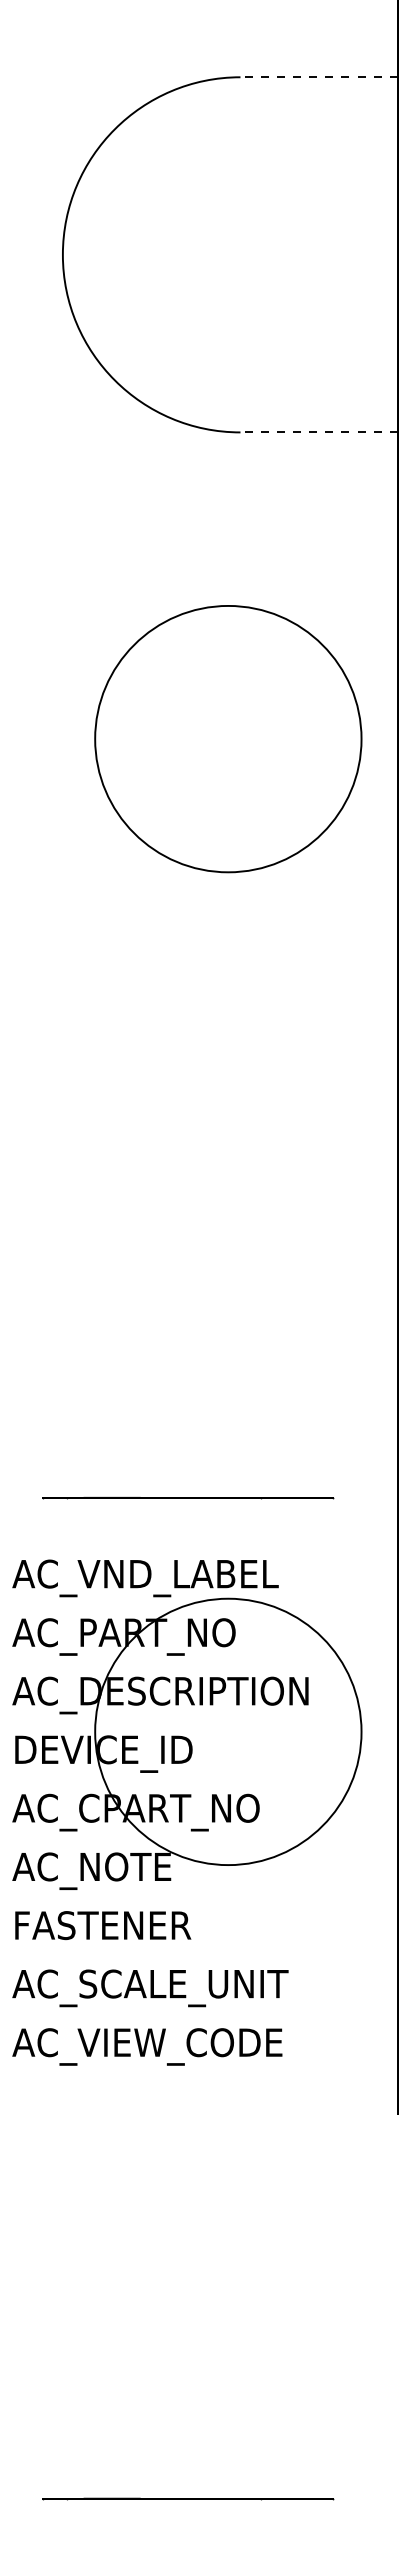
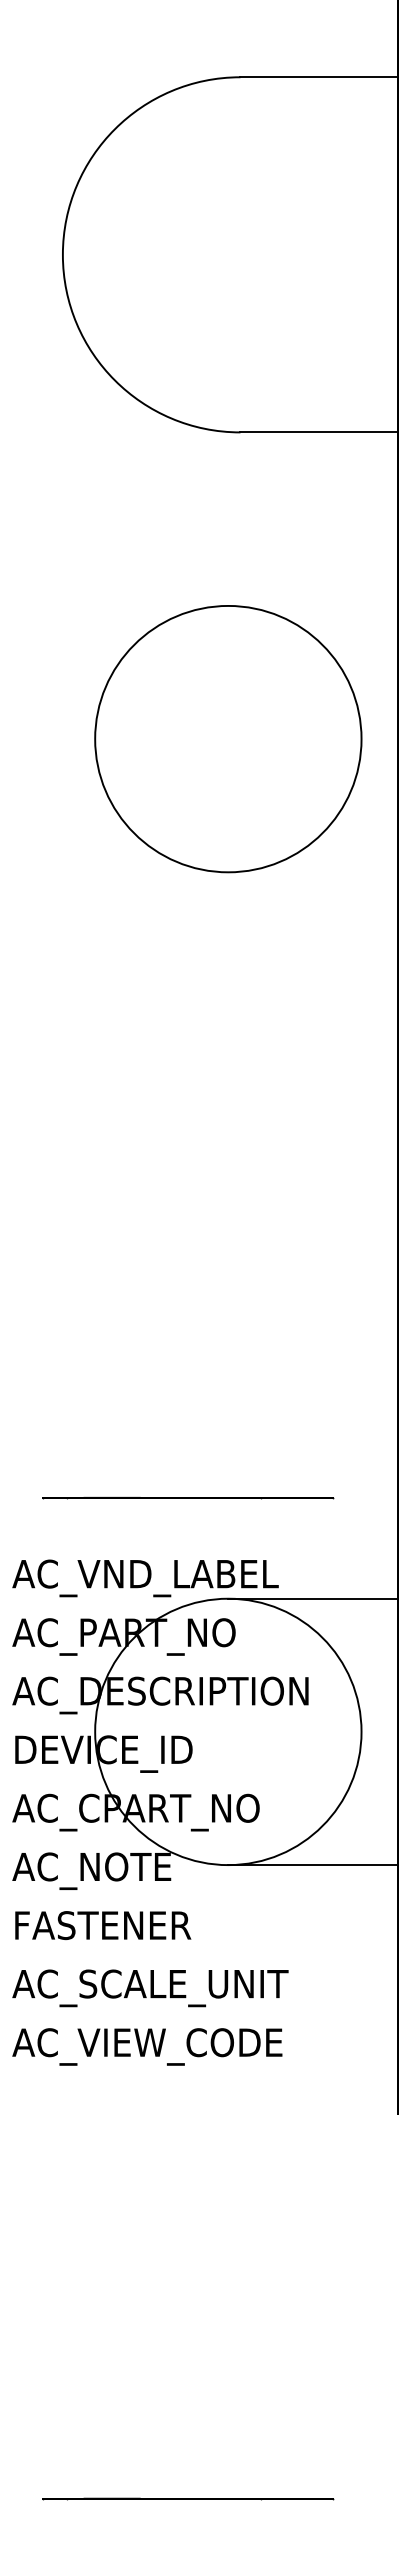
line at (319, 77): dashed -> solid
line at (319, 432): dashed -> solid
line at (312, 1598): none -> present
line at (312, 1865): none -> present
